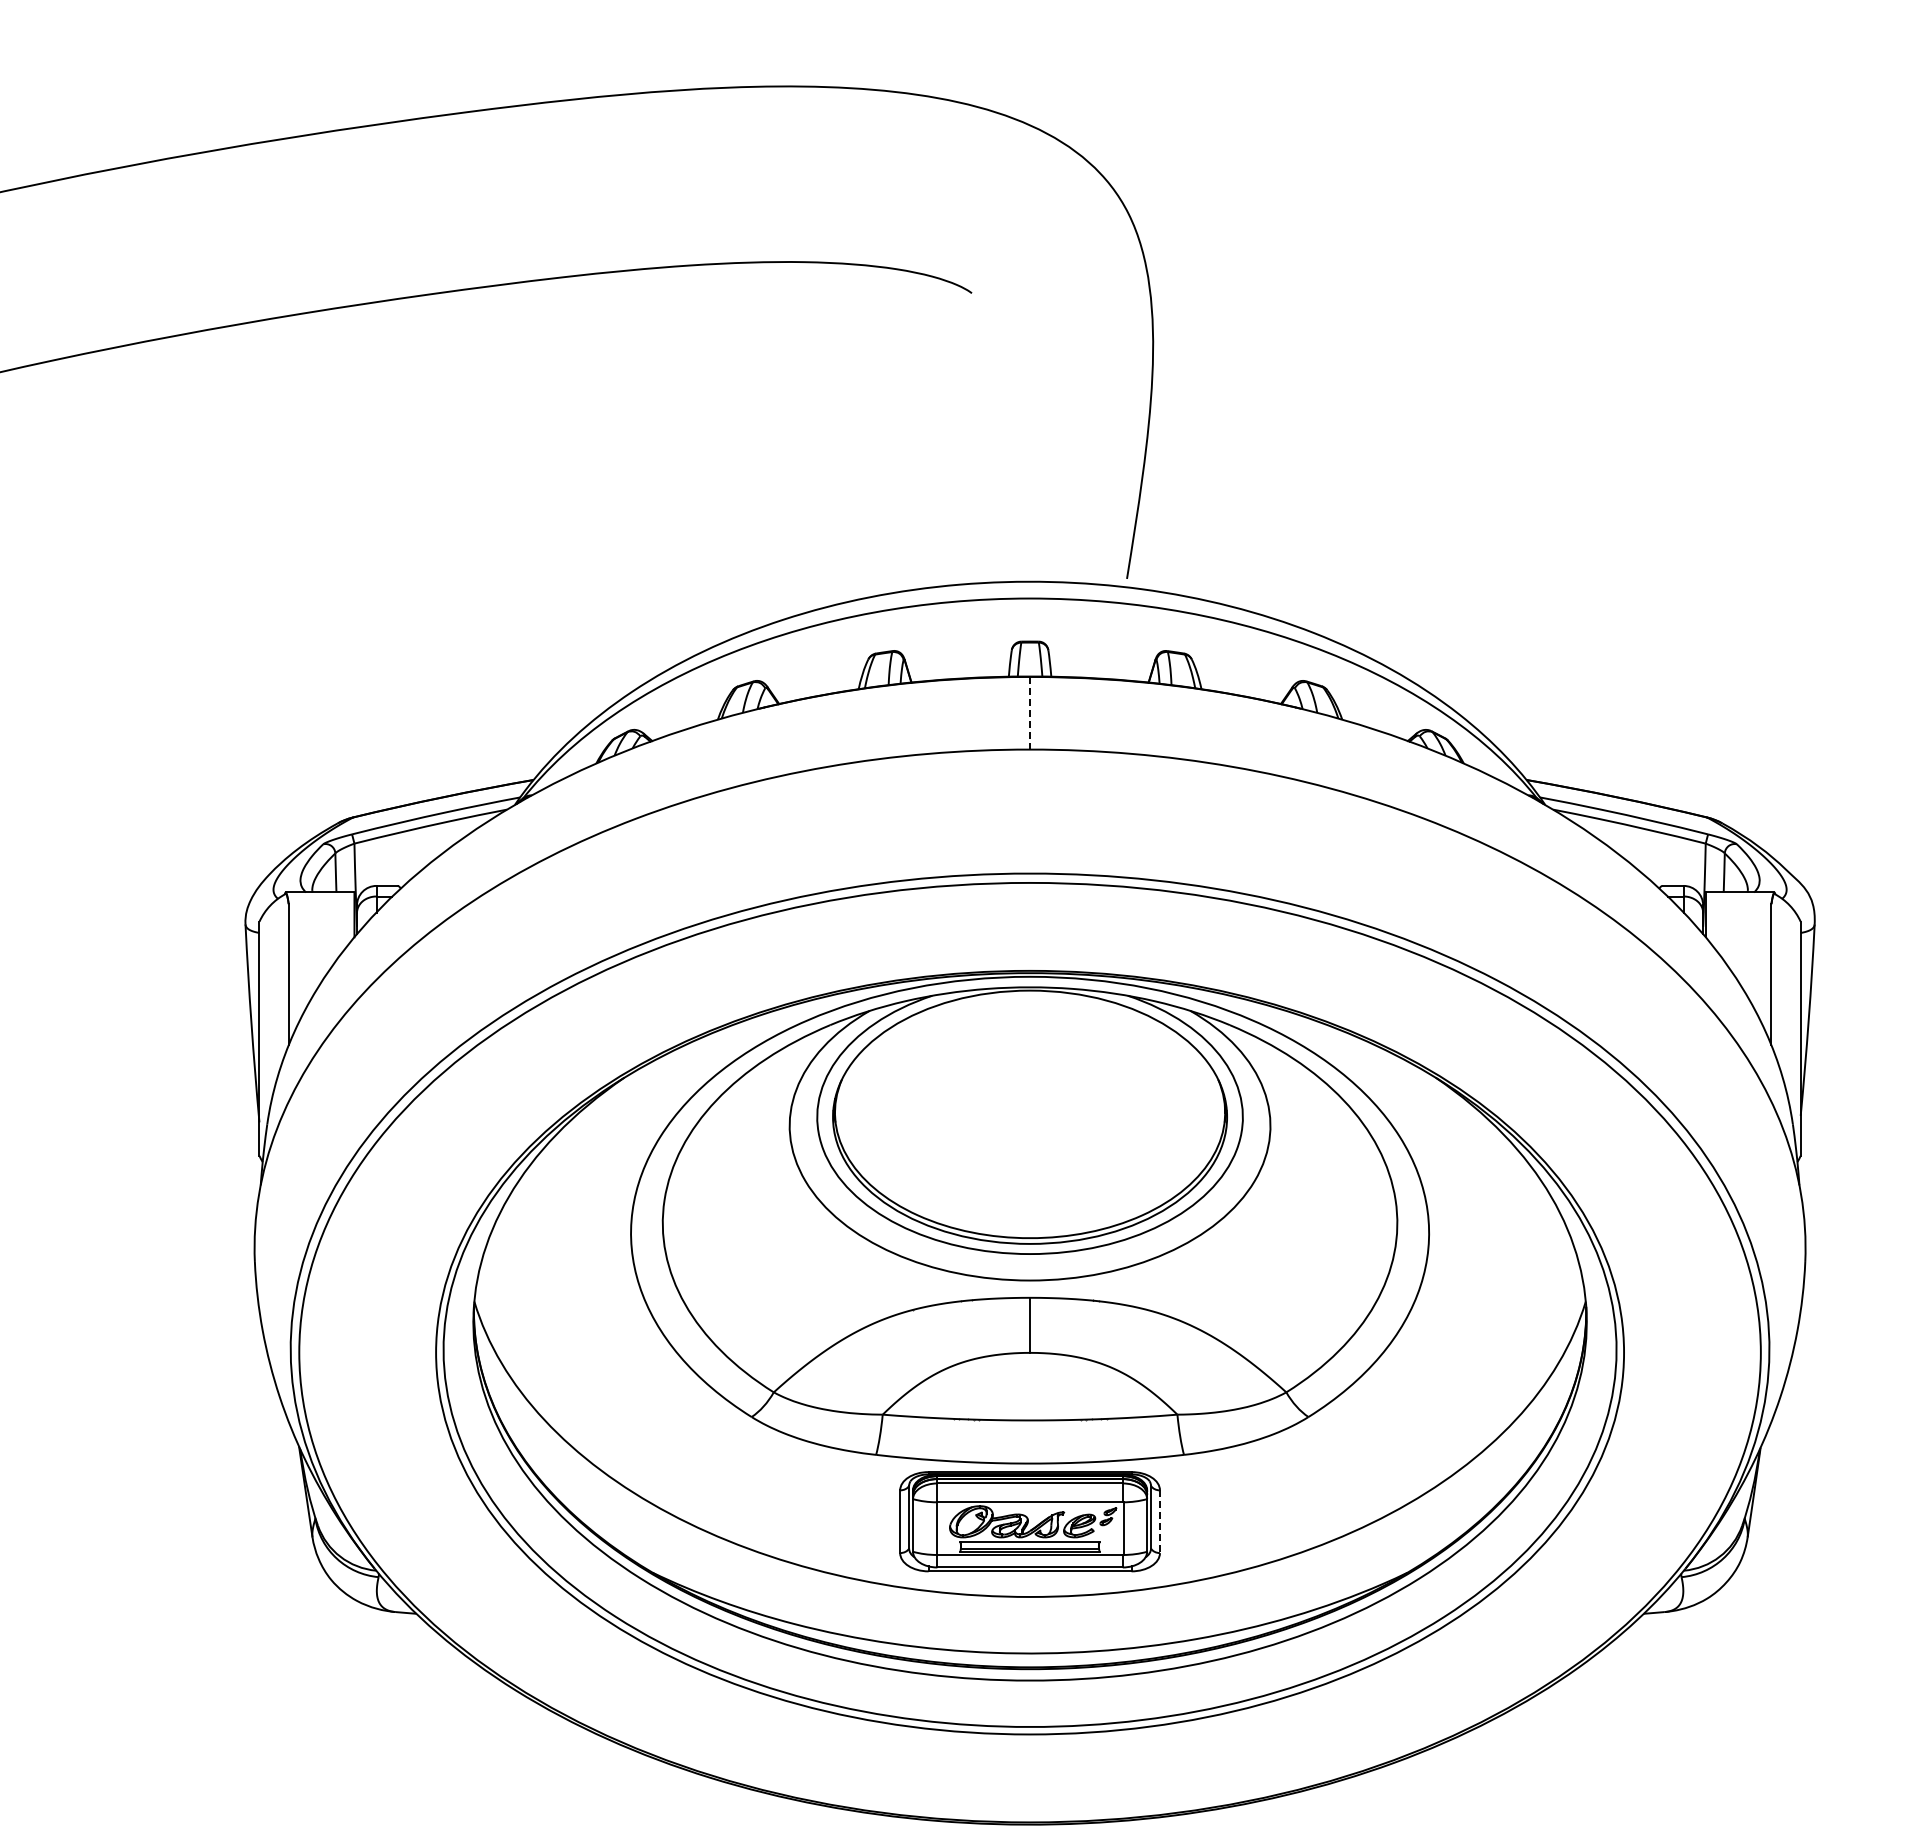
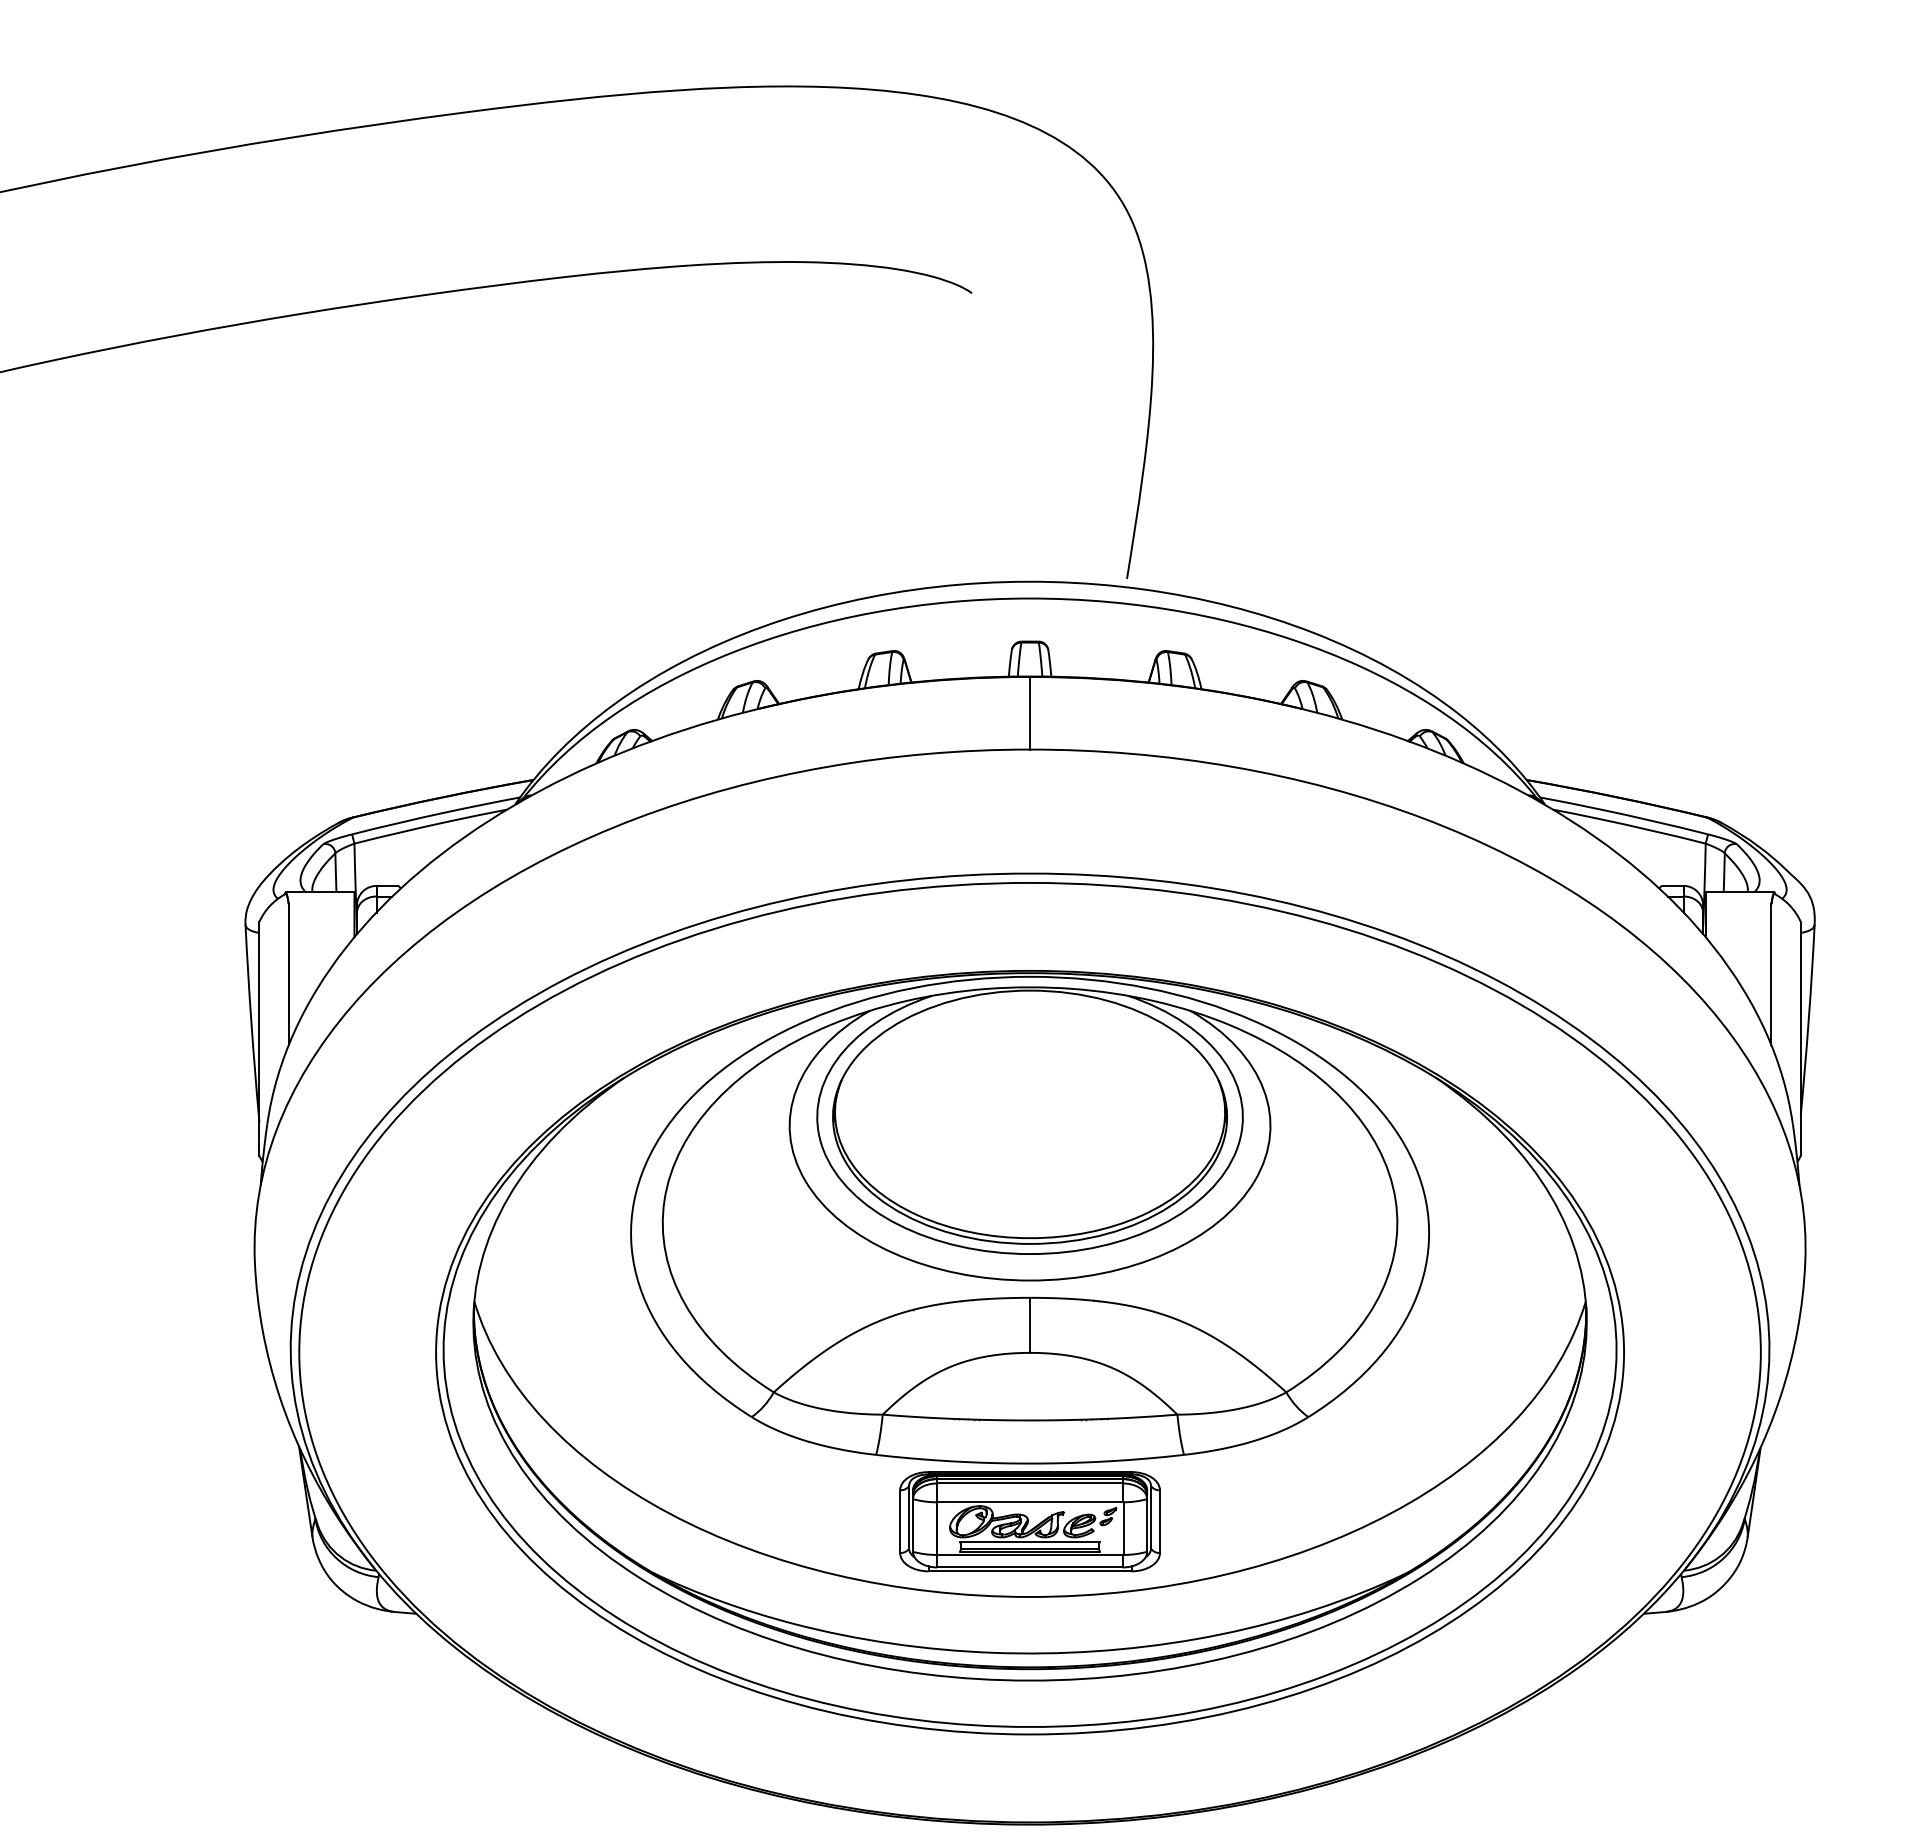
line at (1030, 712): dashed -> solid
line at (1159, 1522): dashed -> solid
